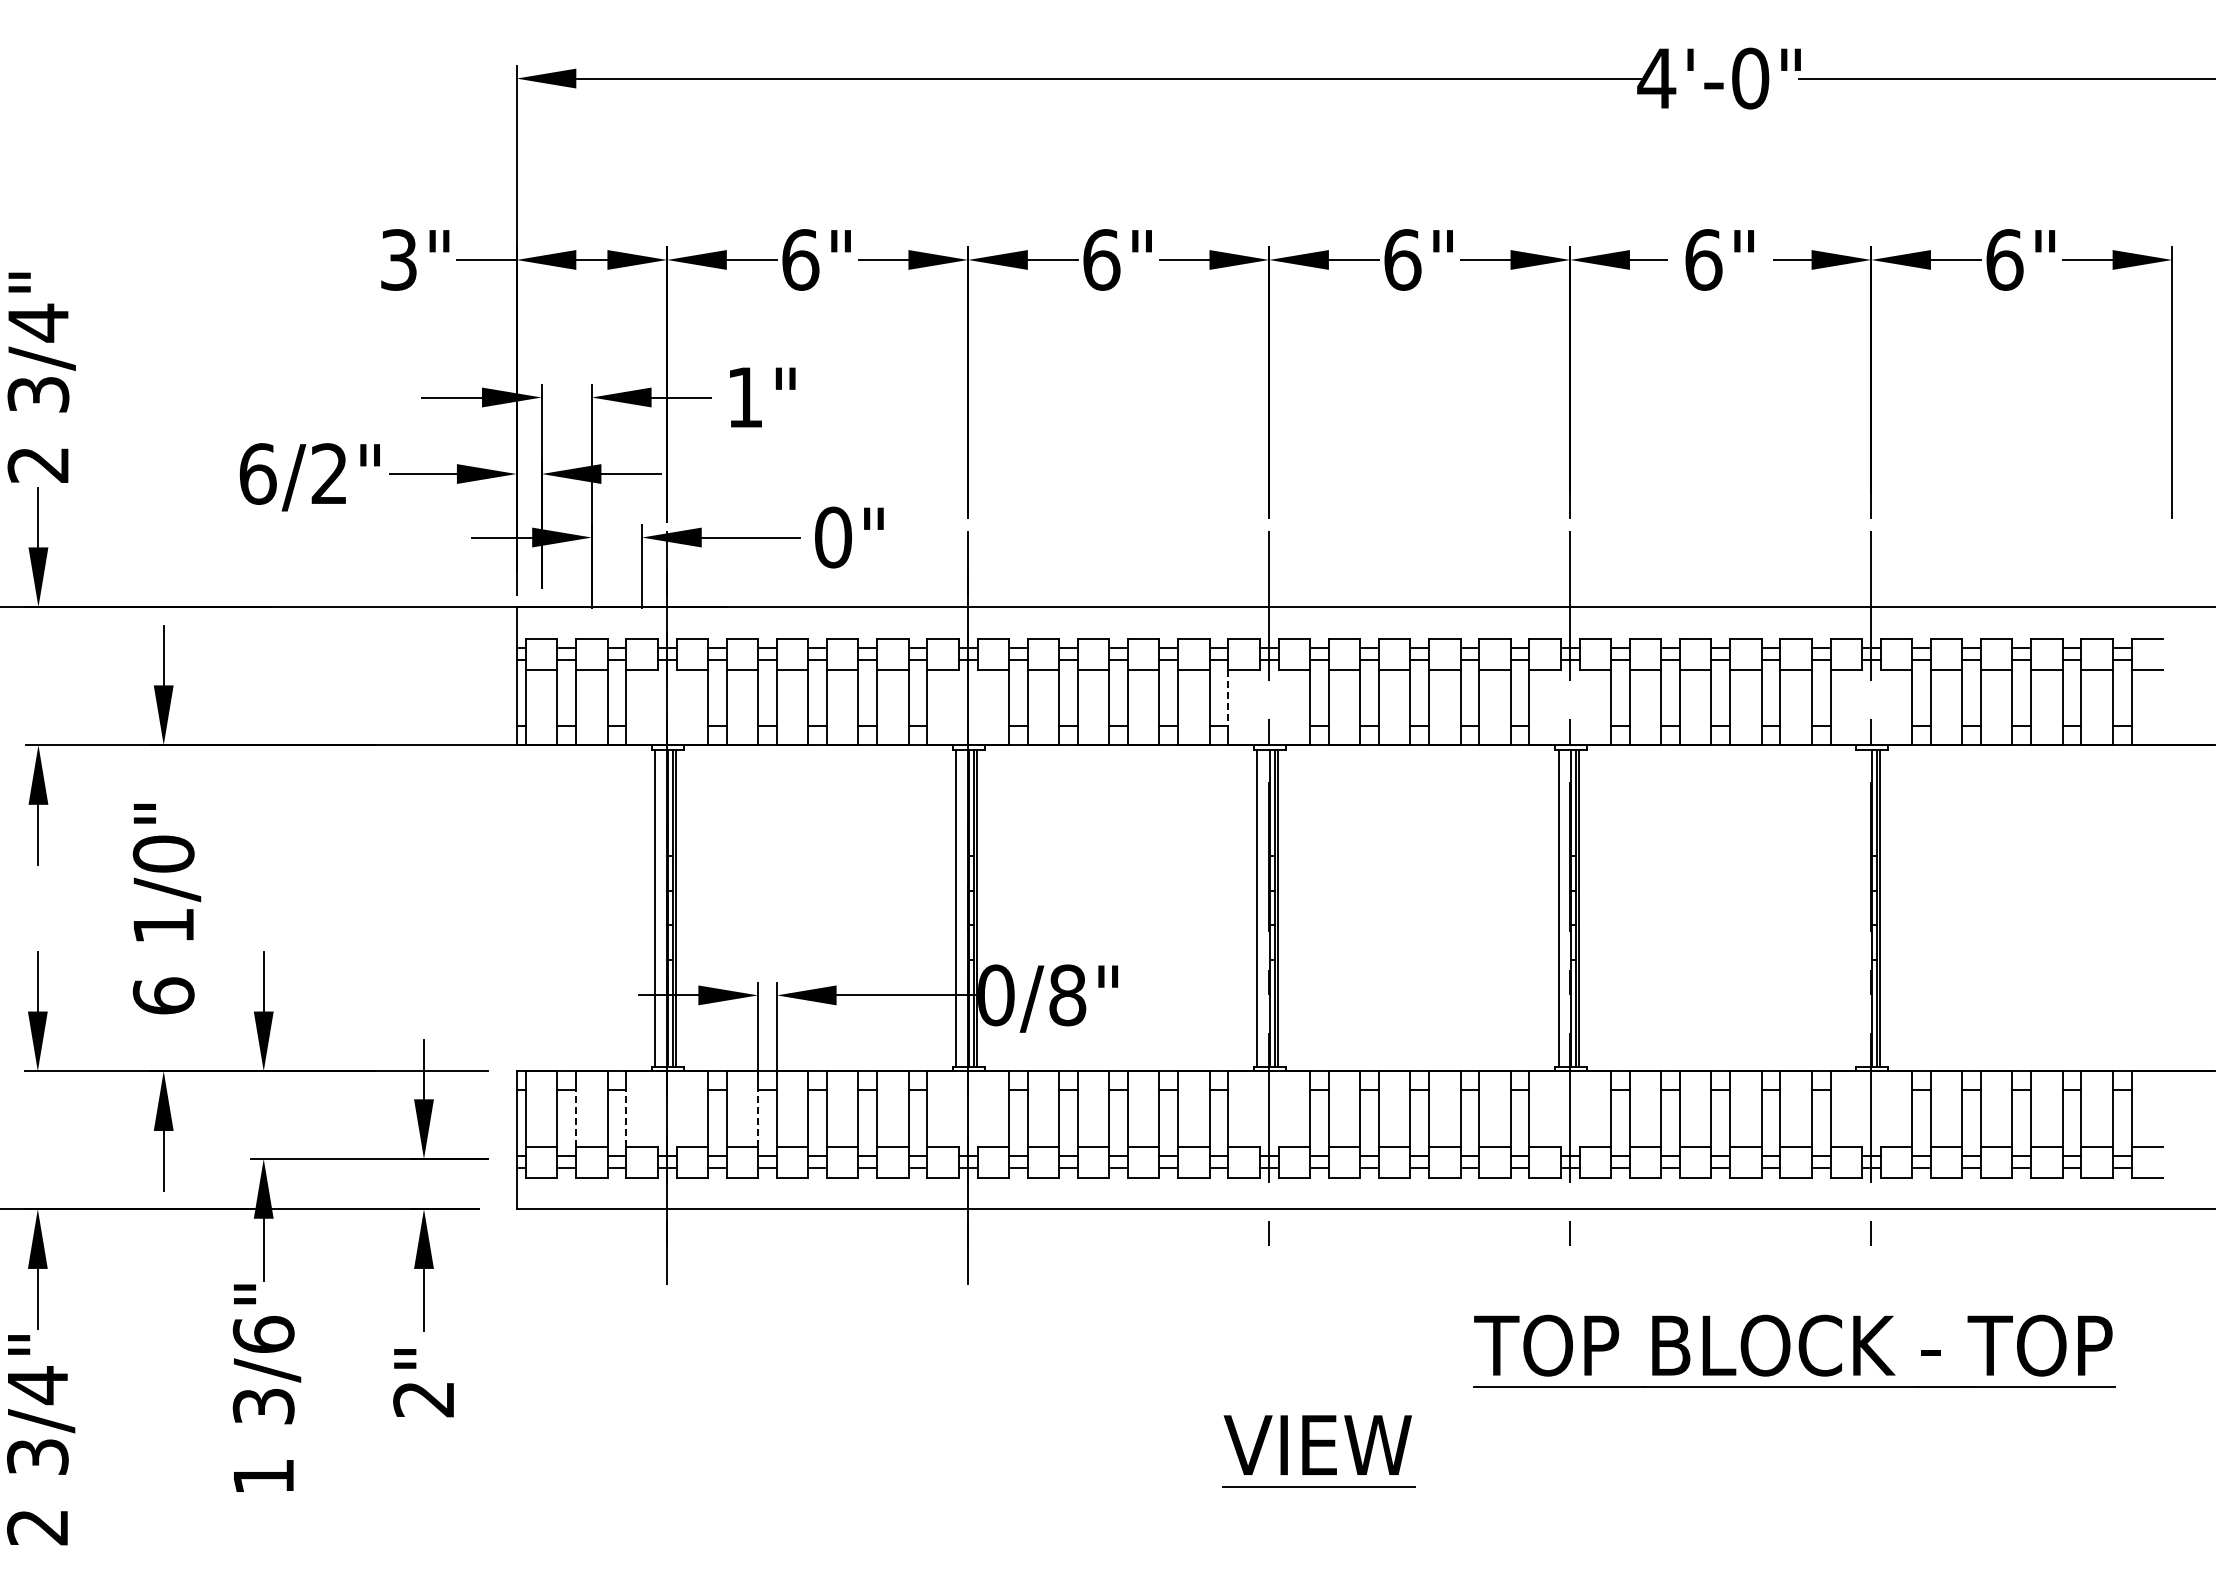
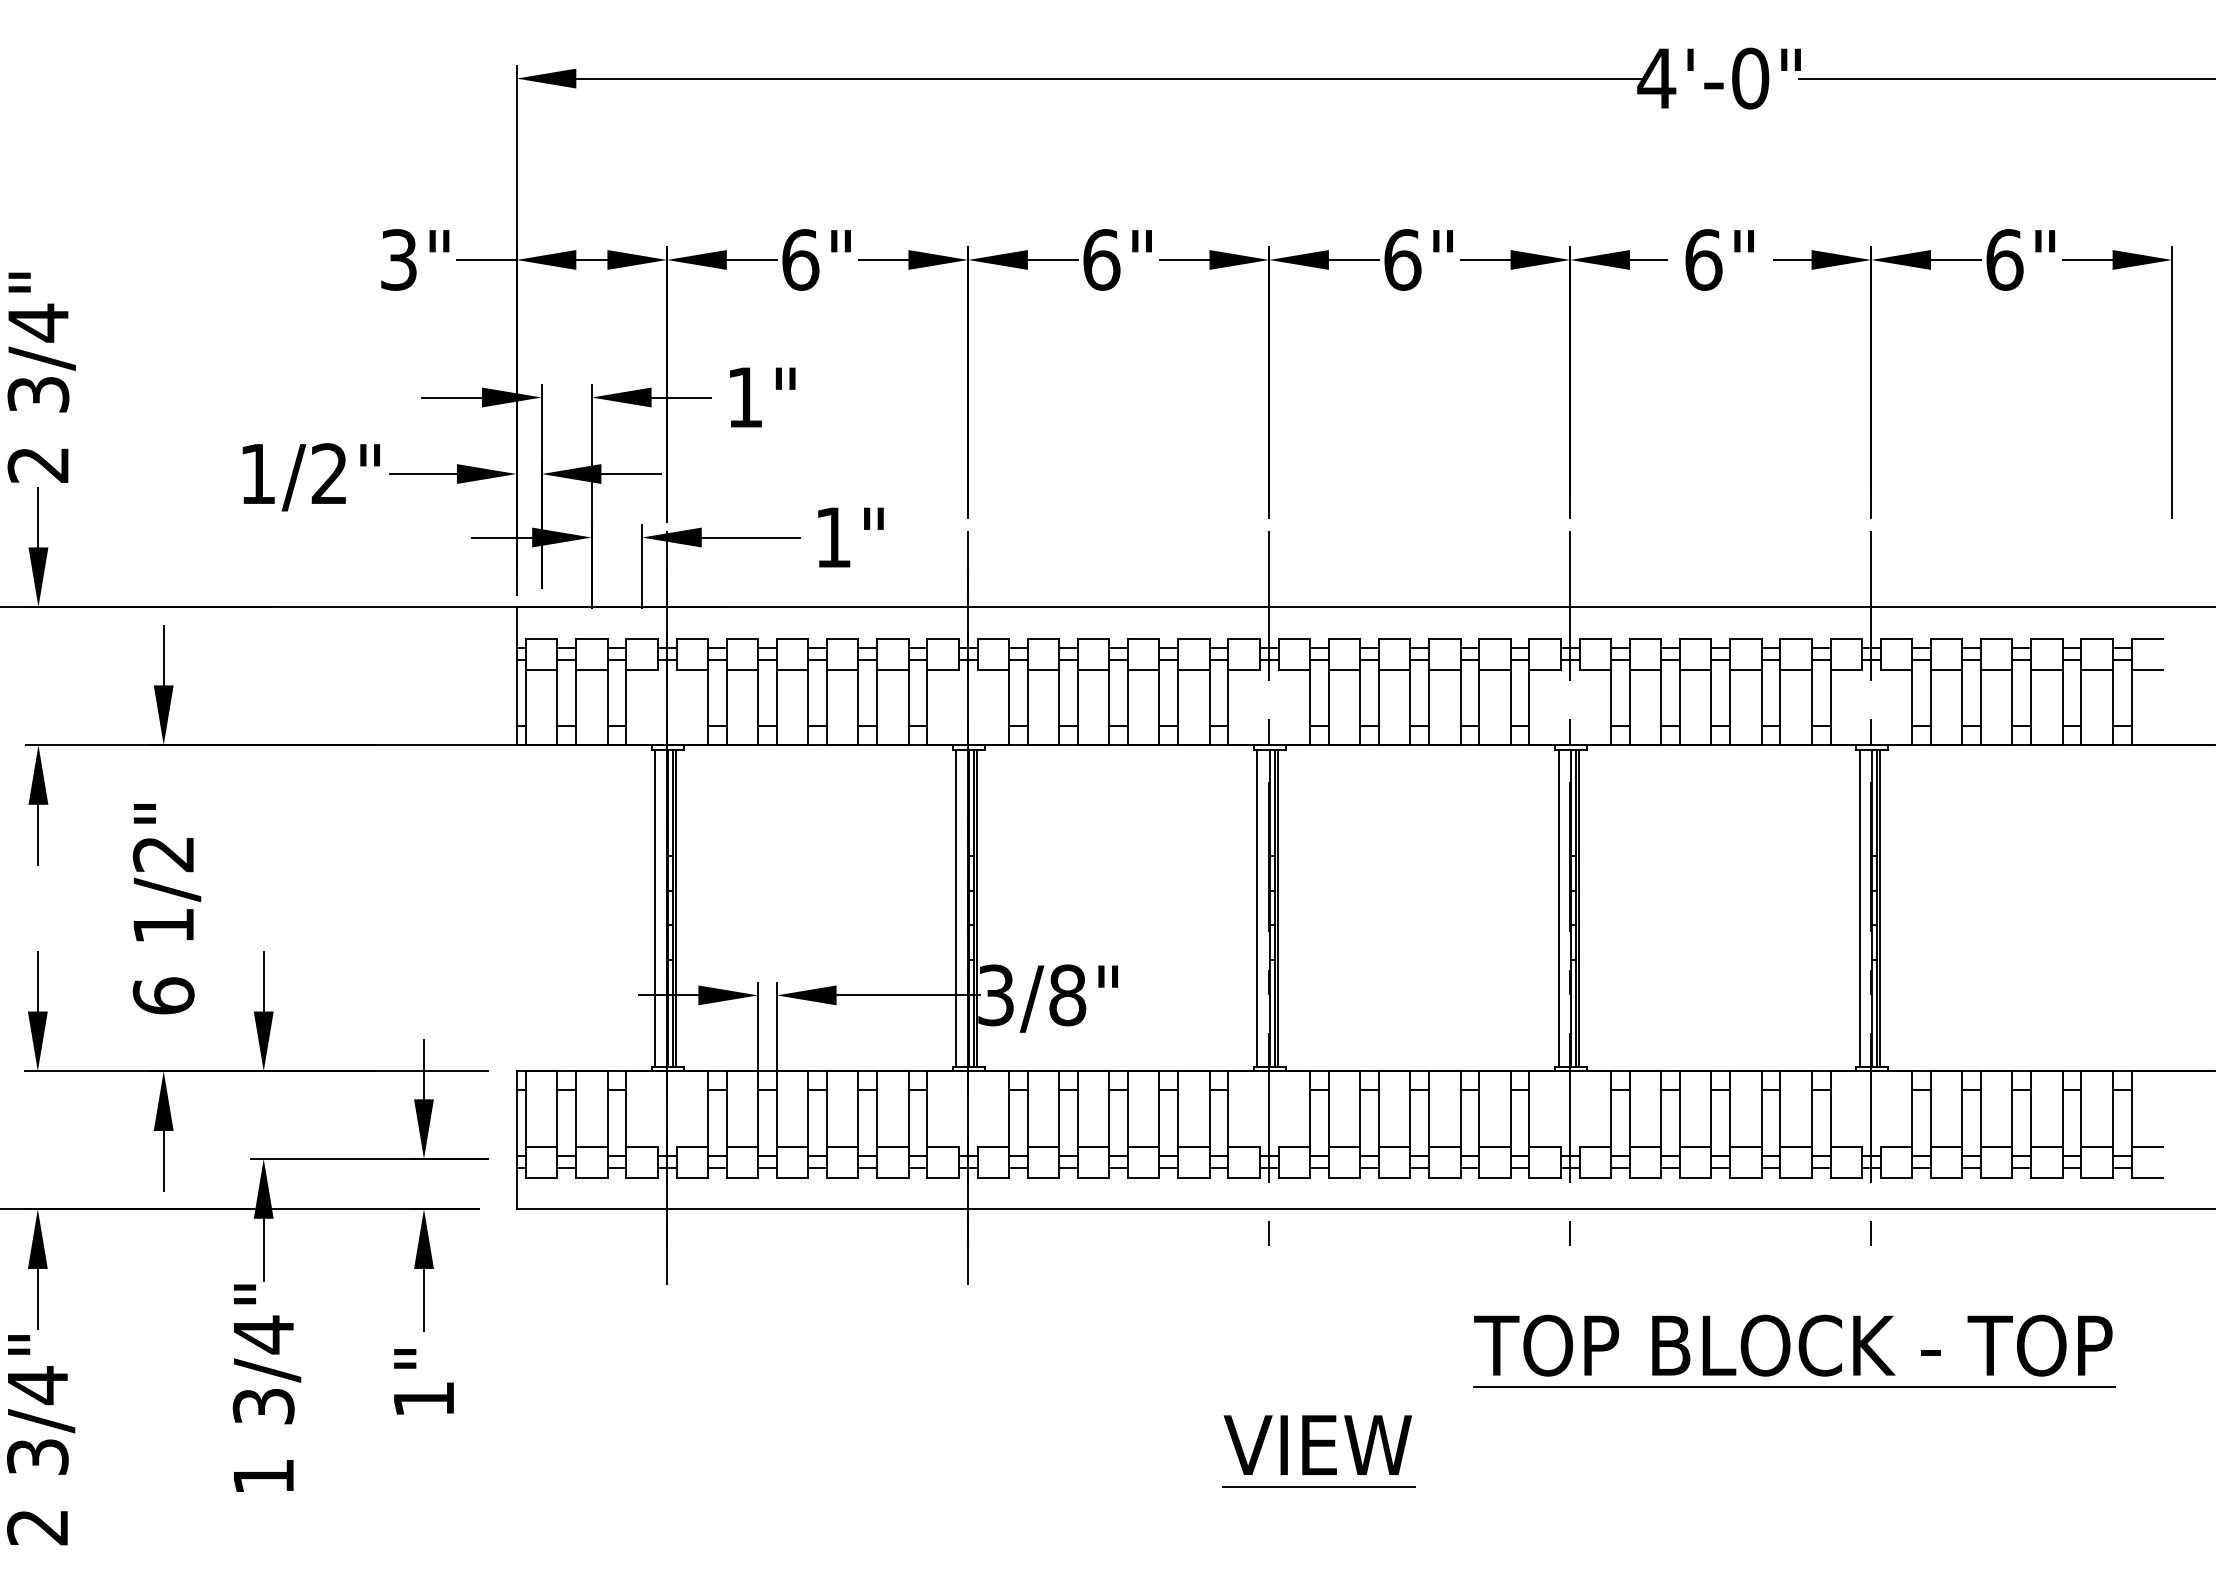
text at (257, 473): 6/2" -> 1/2"
text at (833, 537): 0" -> 1"
line at (1228, 698): dashed -> solid
text at (163, 853): 1/0" -> 1/2"
line at (1859, 907): none -> present
text at (996, 995): 0/8" -> 3/8"
line at (576, 1117): dashed -> solid
line at (626, 1117): dashed -> solid
line at (758, 1117): dashed -> solid
text at (263, 1334): 3/6" -> 3/4"
text at (423, 1399): 2" -> 1"
